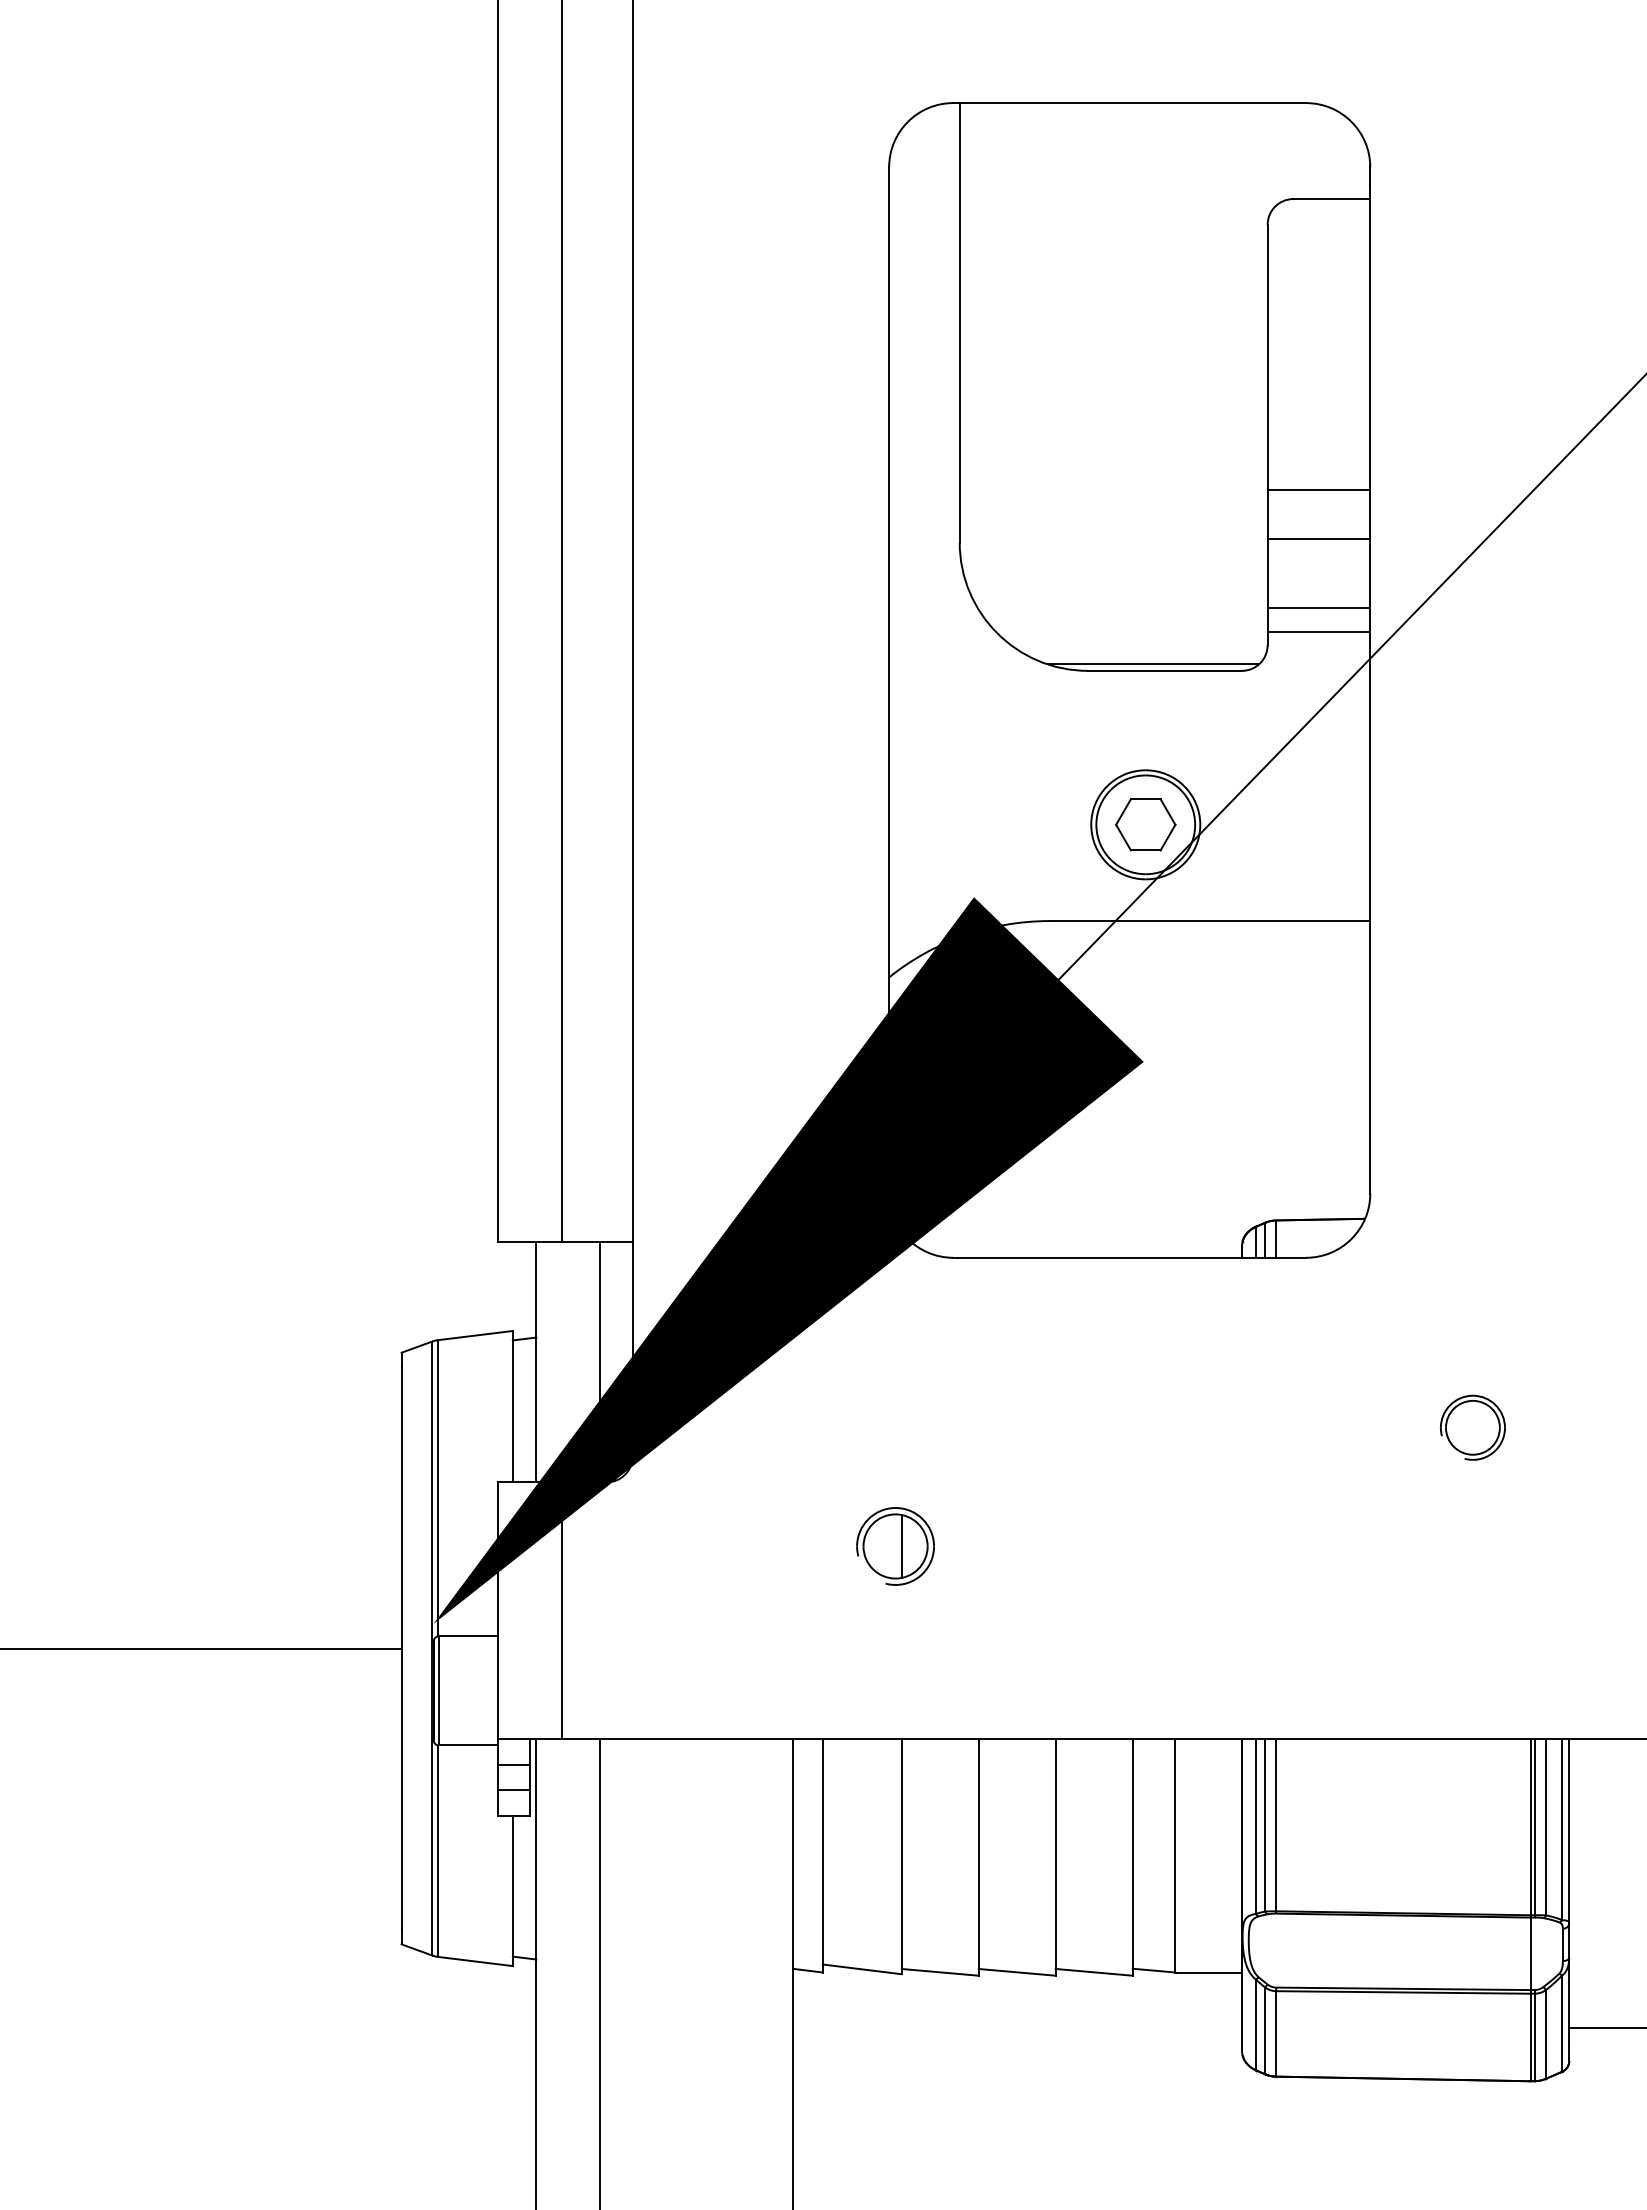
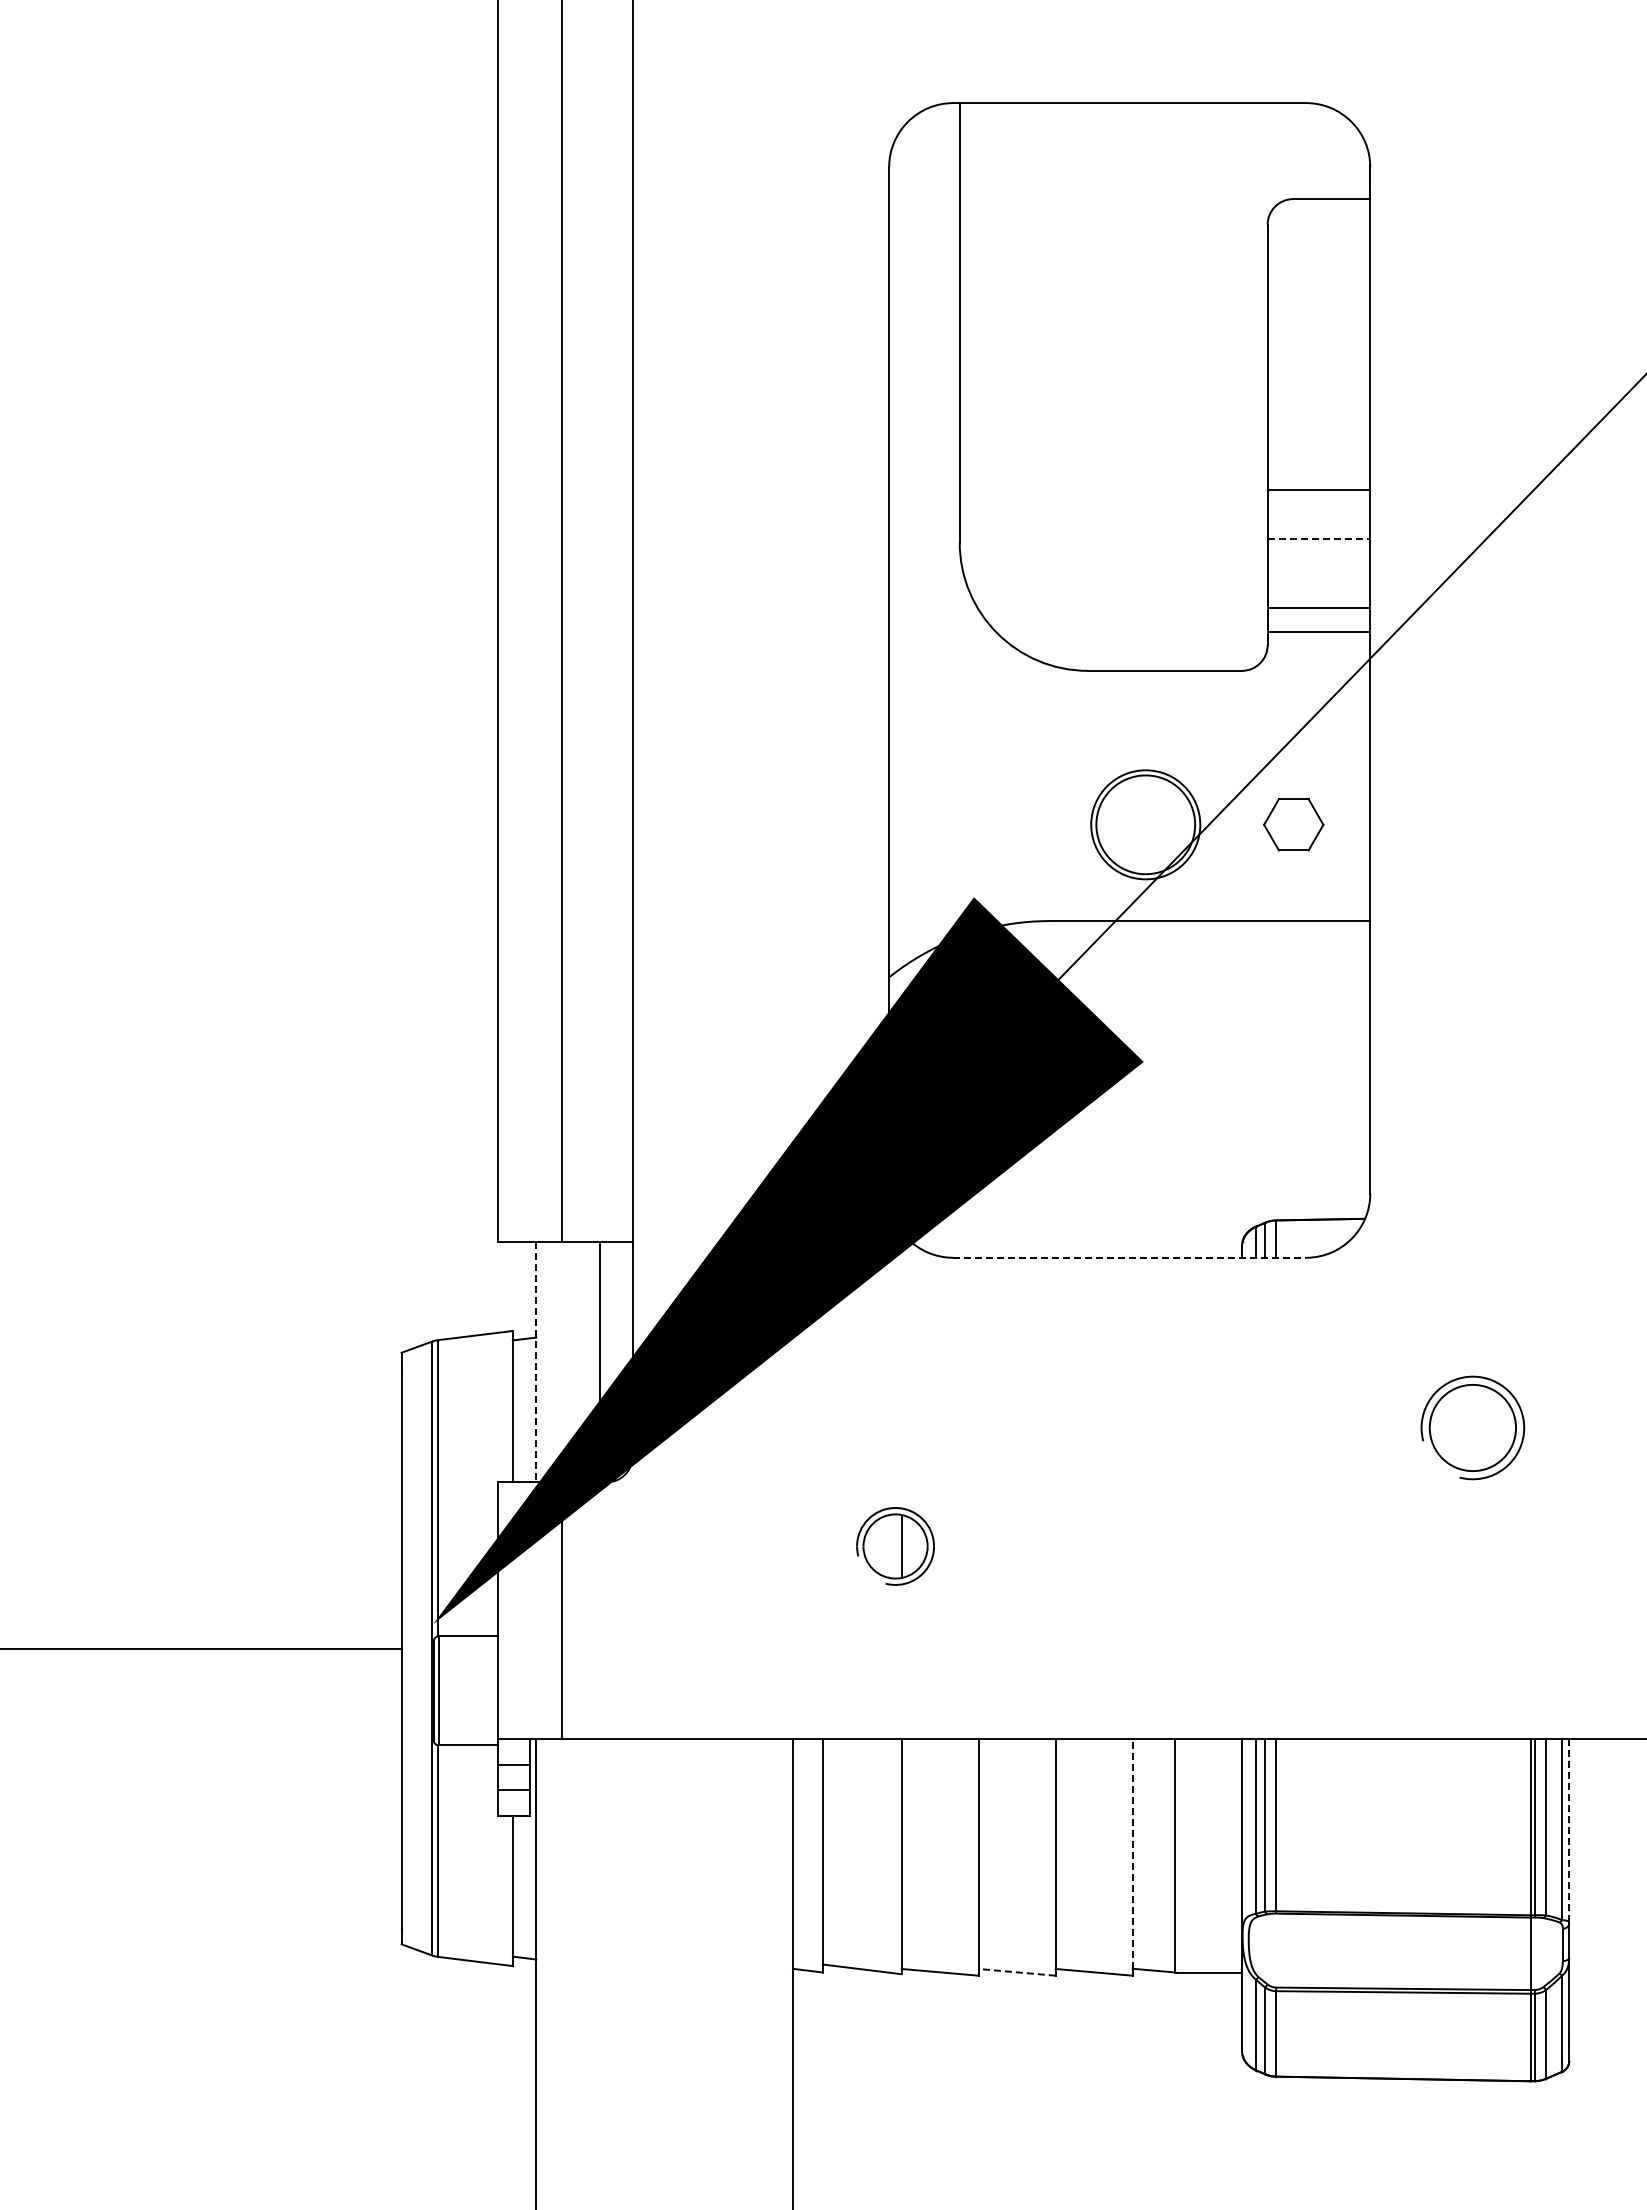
line at (1319, 539): solid -> dashed
line at (1153, 664): present -> none
part at (1145, 824) position: (1145, 824) -> (1293, 824)
line at (1130, 1257): solid -> dashed
line at (536, 1362): solid -> dashed
part at (1472, 1427) size: 66x67 px -> 106x106 px
line at (1569, 1831): solid -> dashed
line at (1132, 1853): solid -> dashed
line at (600, 1972): present -> none
line at (1017, 1972): solid -> dashed
line at (1606, 2028): present -> none
